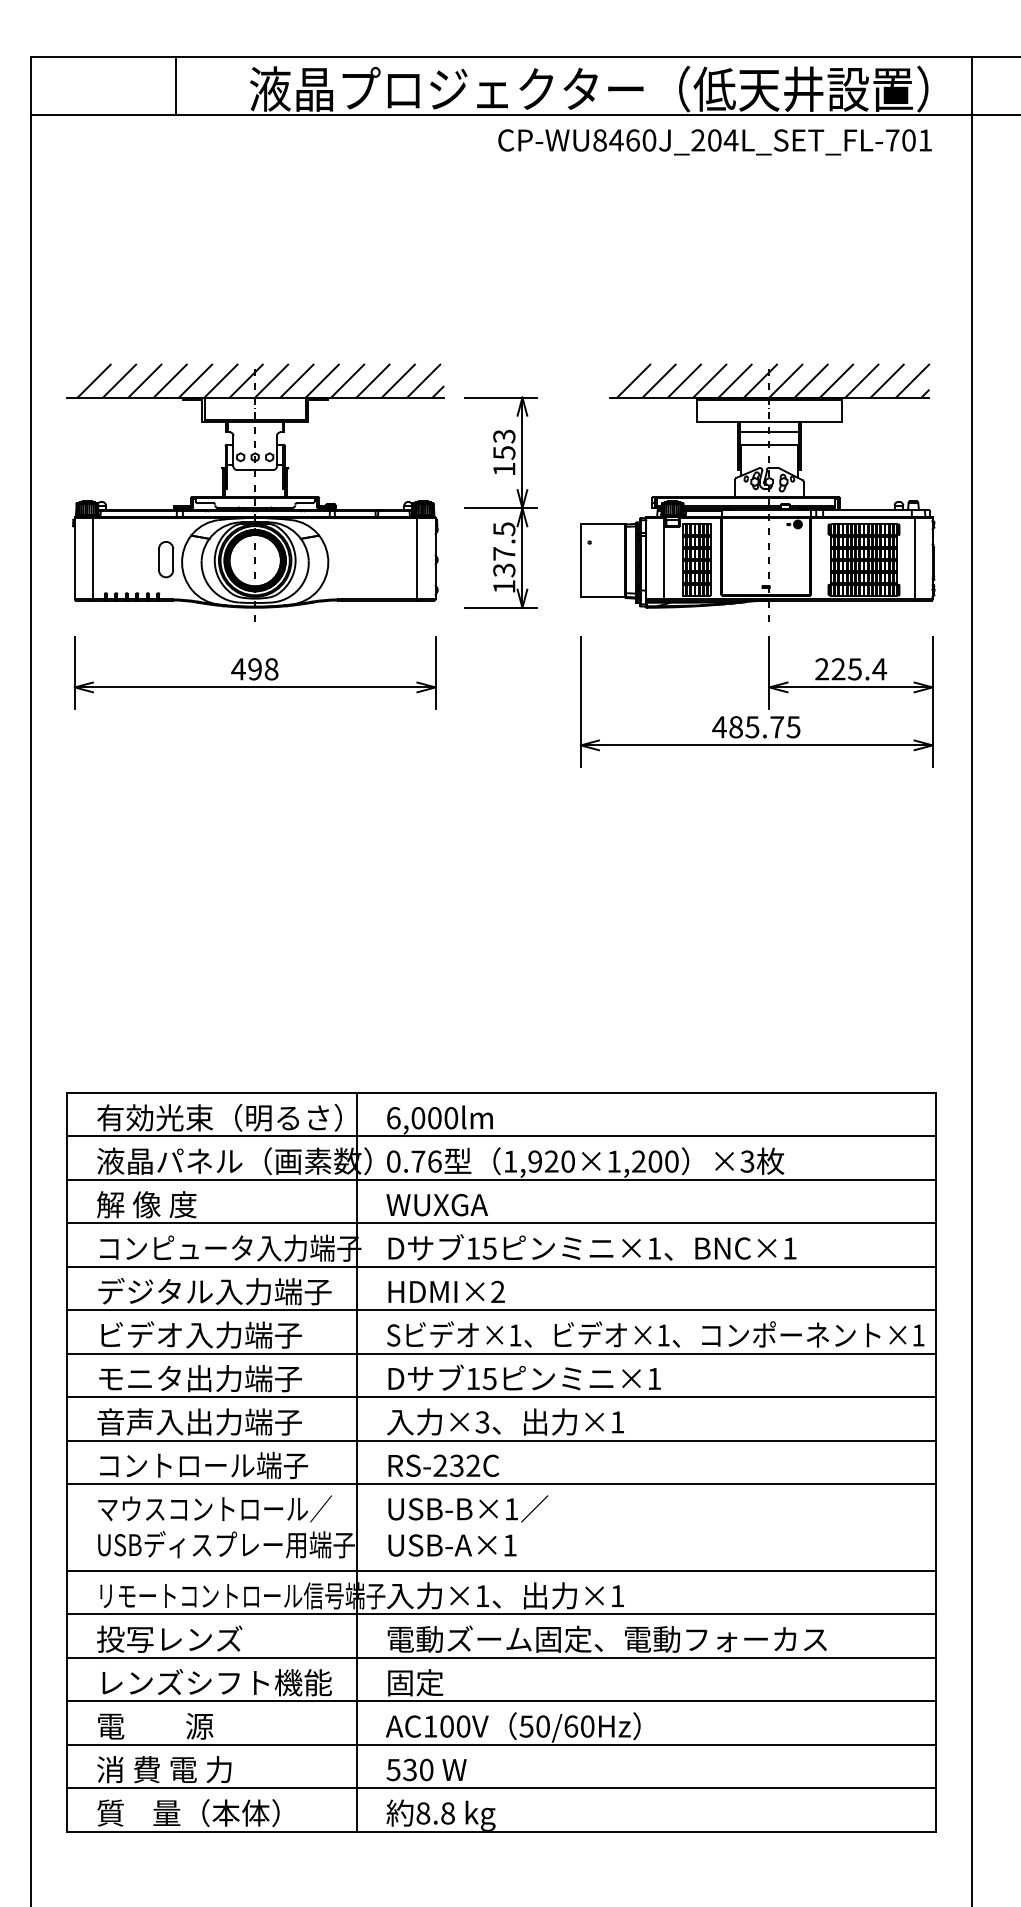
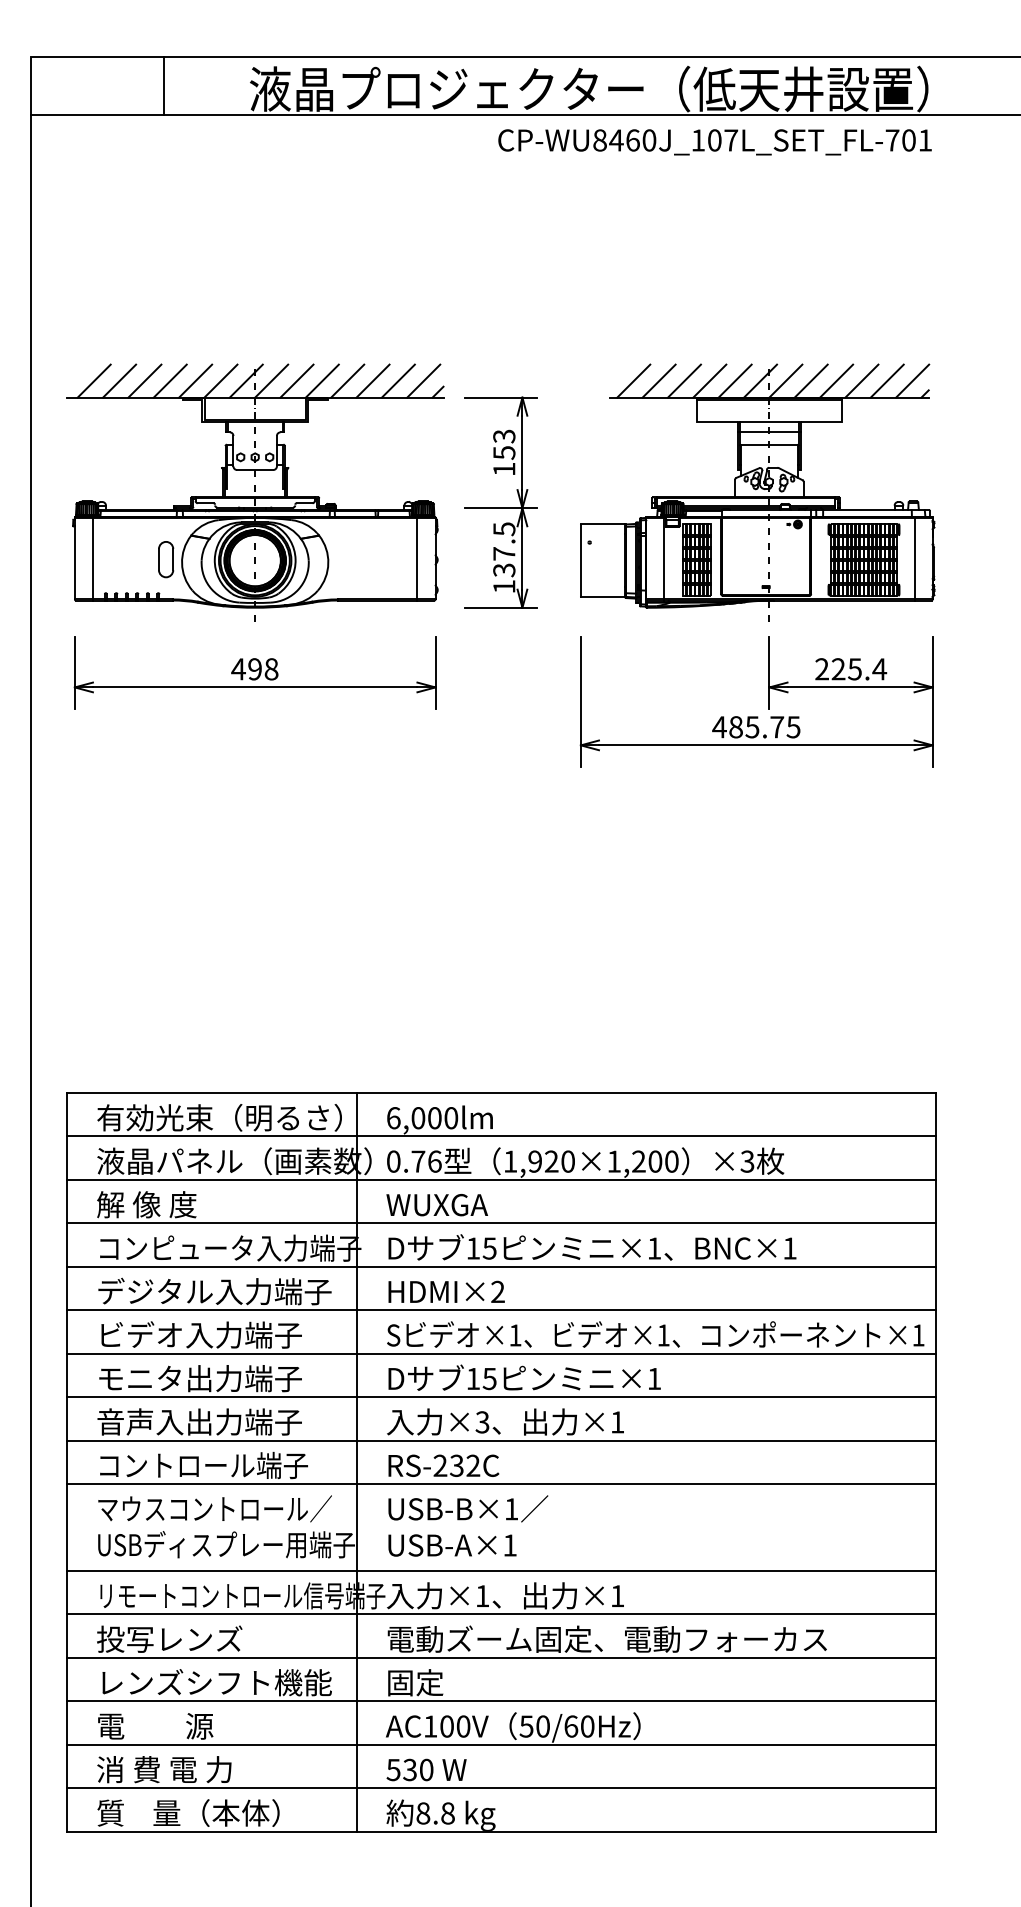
line at (175, 86) position: (175, 86) -> (163, 86)
text at (714, 140): CP-WU8460J_204L_SET_FL-701 -> CP-WU8460J_107L_SET_FL-701
line at (972, 980): present -> none
